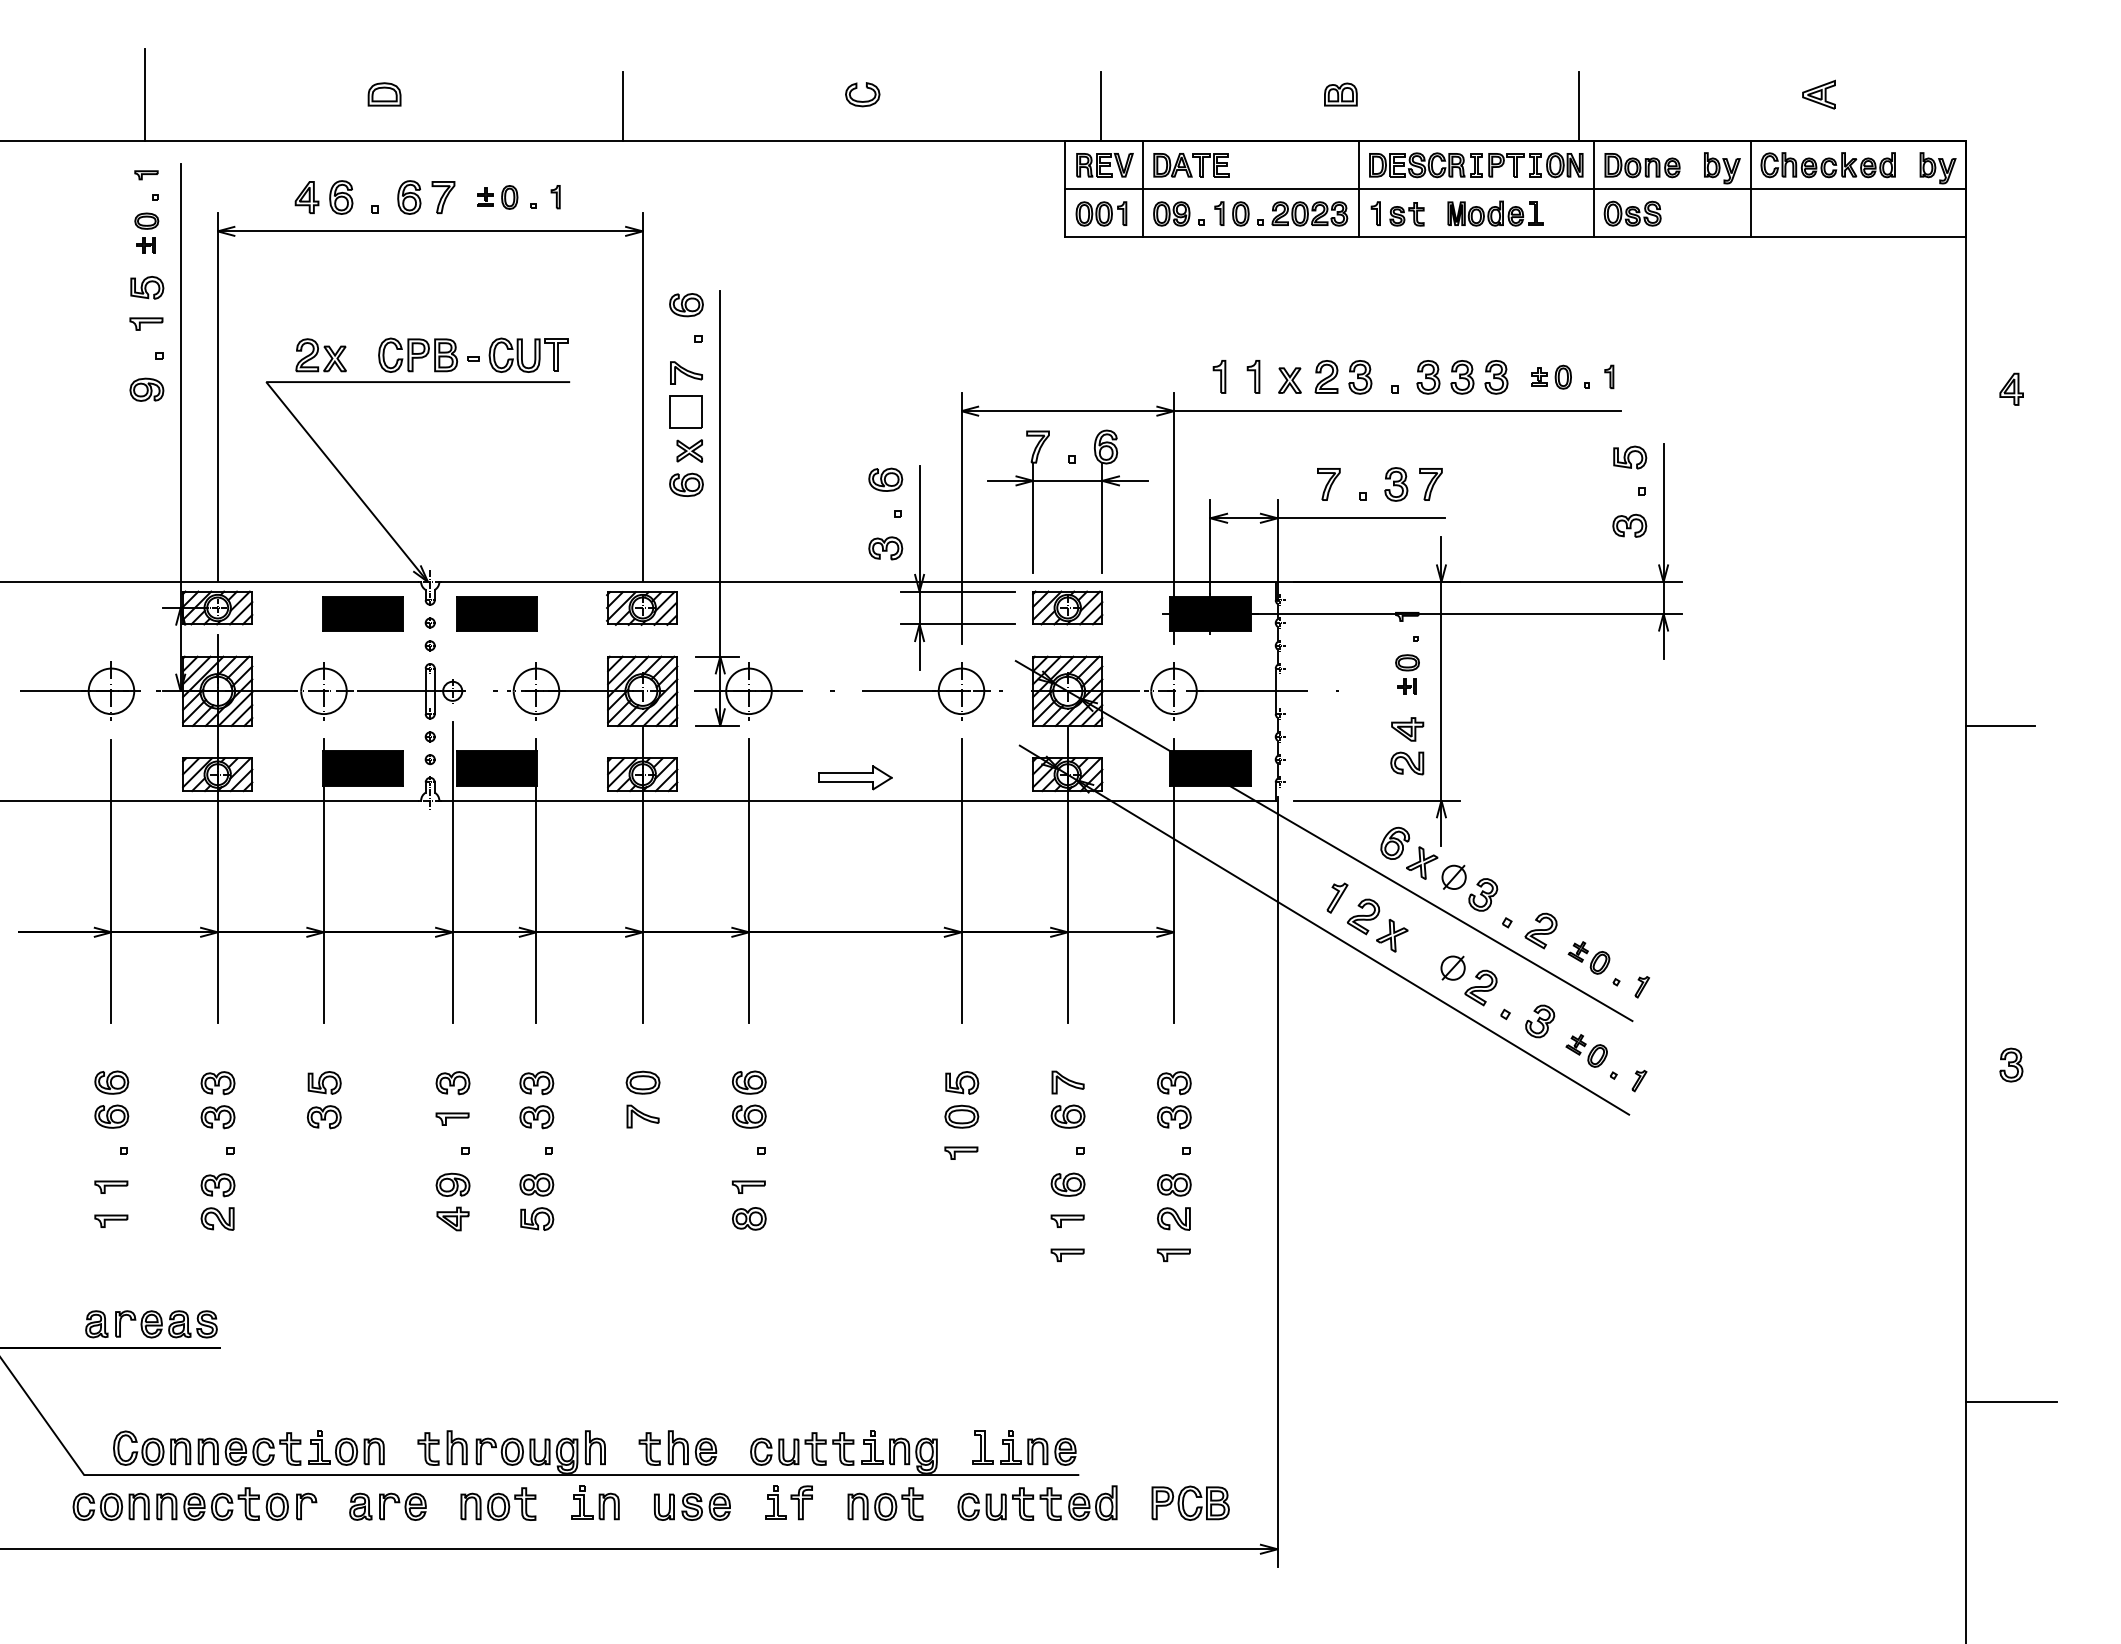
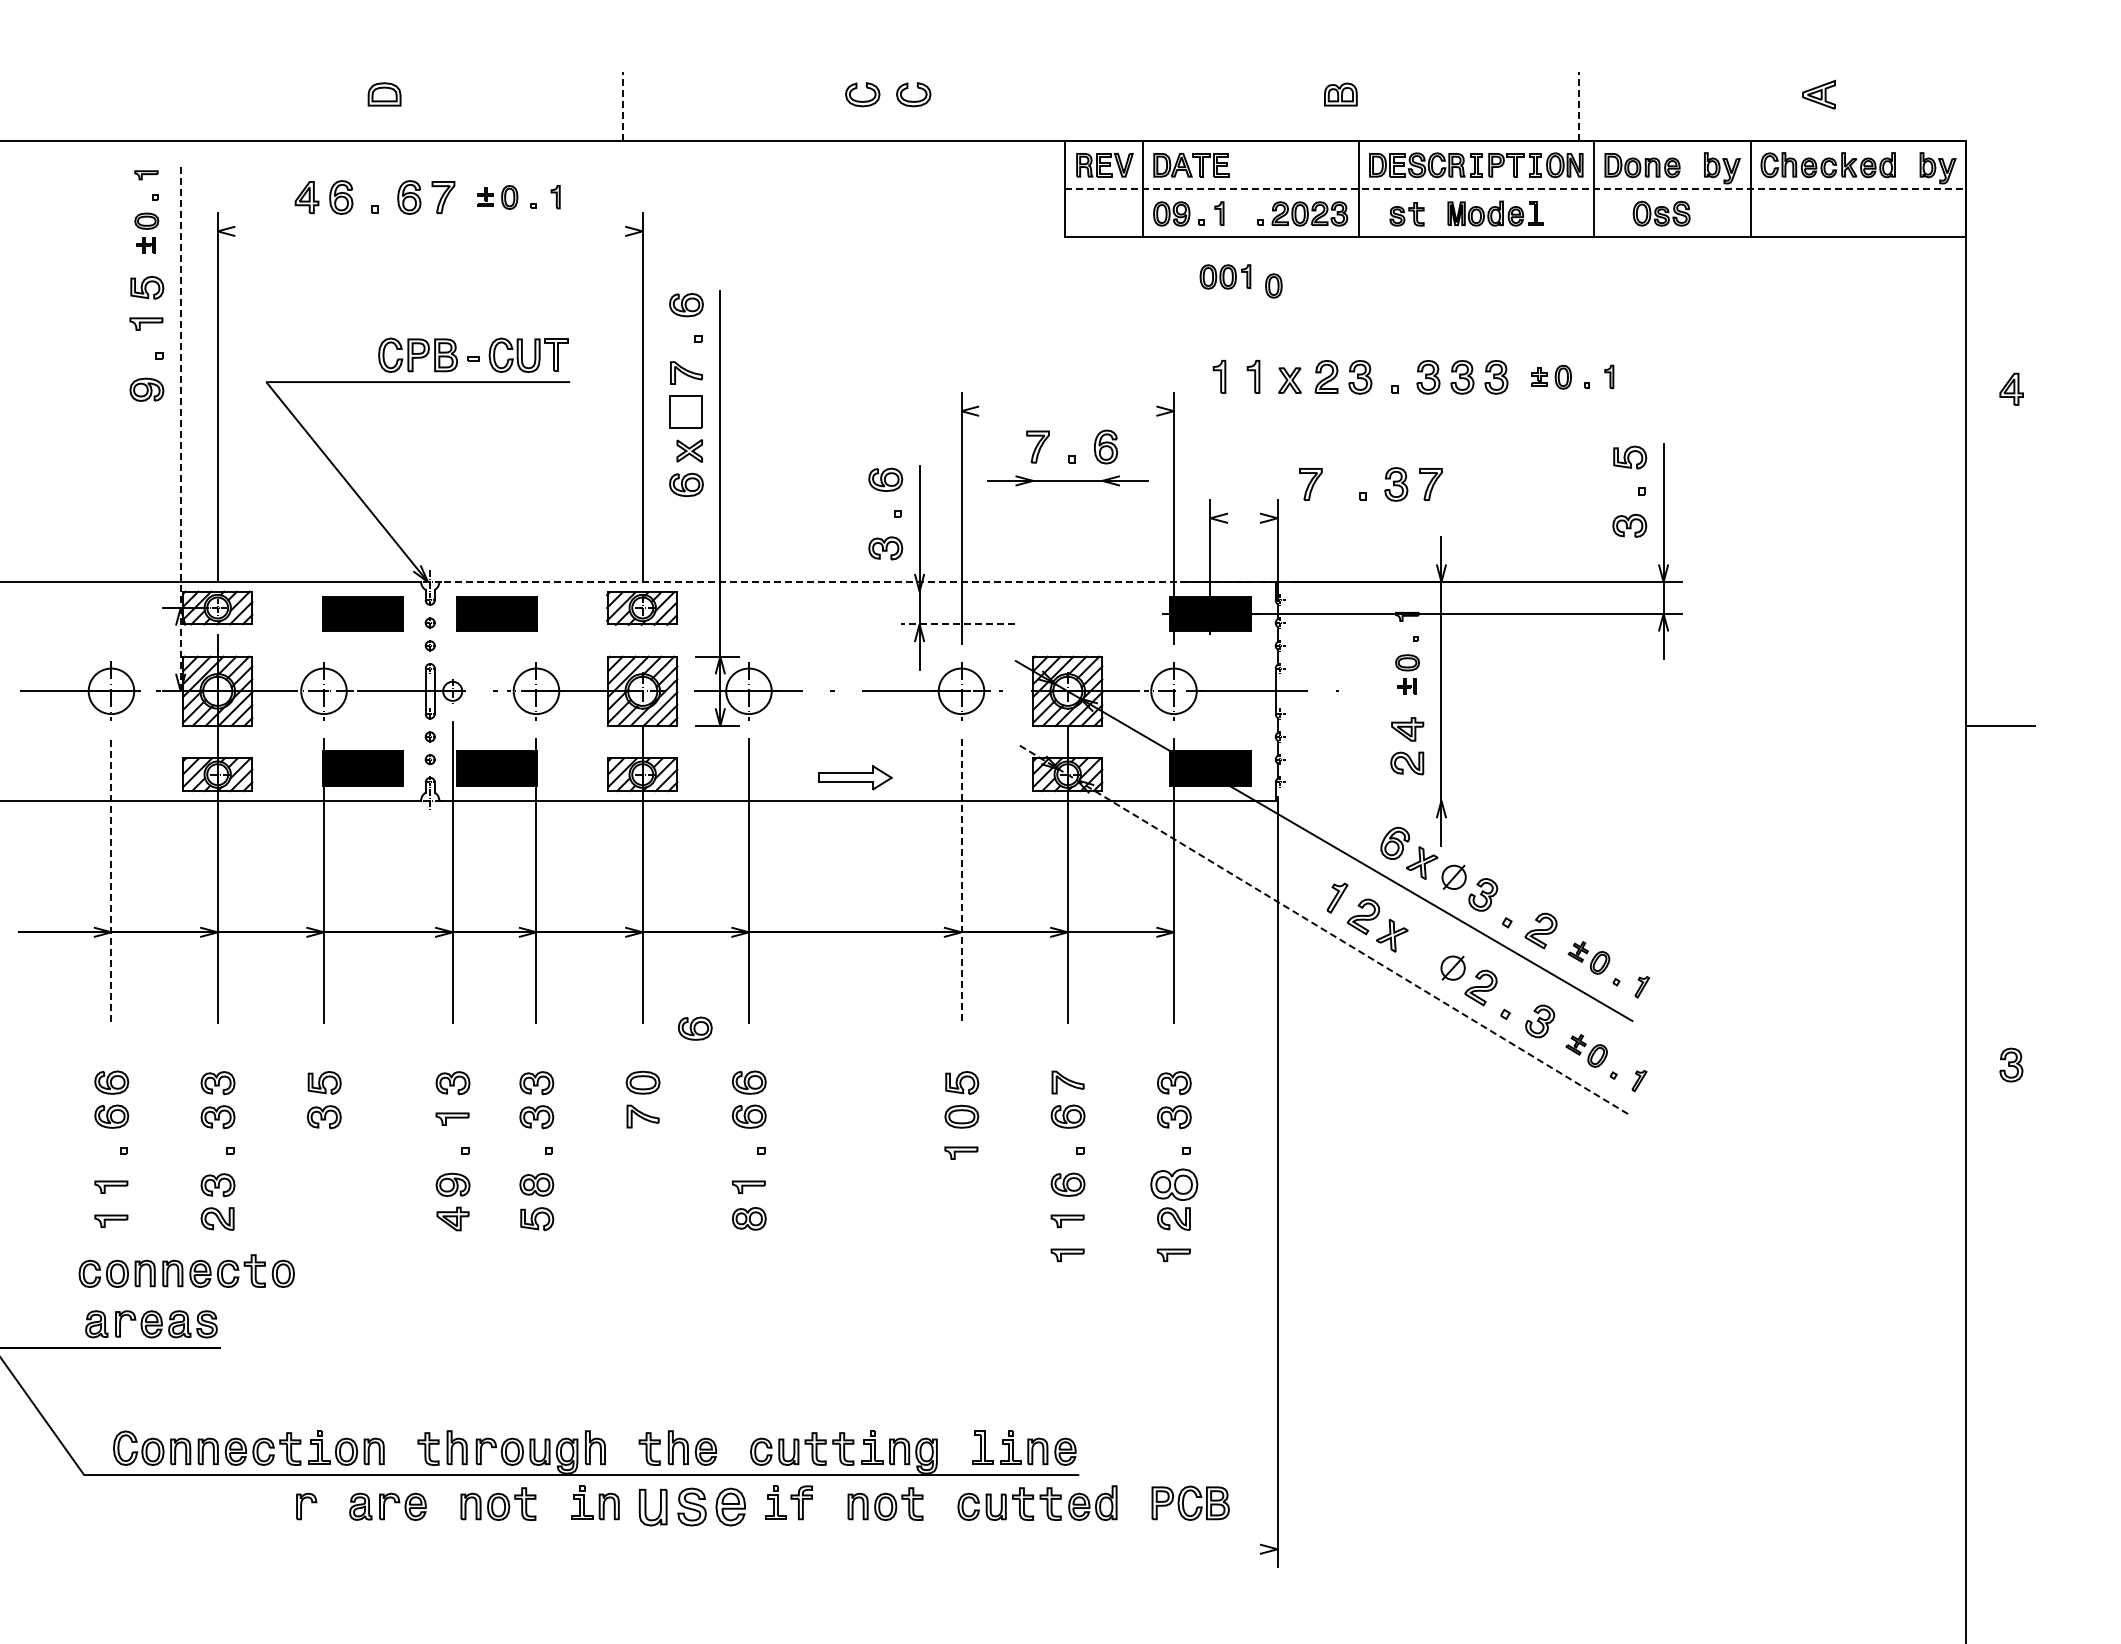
line at (144, 94): present -> none
part at (911, 100): none -> present
line at (622, 105): solid -> dashed
line at (1579, 105): solid -> dashed
line at (1101, 106): present -> none
line at (1516, 188): solid -> dashed
part at (1101, 213) position: (1101, 213) -> (1225, 276)
part at (1240, 213) position: (1240, 213) -> (1273, 285)
part at (1375, 213): present -> none
part at (1632, 213) position: (1632, 213) -> (1661, 213)
line at (429, 231): present -> none
part at (320, 355): present -> none
line at (1290, 411): present -> none
line at (180, 427): solid -> dashed
part at (1328, 484) position: (1328, 484) -> (1310, 484)
line at (1033, 517): present -> none
line at (1102, 517): present -> none
line at (1327, 518): present -> none
line at (857, 582): solid -> dashed
line at (957, 591): present -> none
part at (1067, 607): present -> none
line at (958, 624): solid -> dashed
line at (1376, 800): present -> none
line at (111, 881): solid -> dashed
line at (961, 881): solid -> dashed
line at (1324, 930): solid -> dashed
part at (695, 1028): none -> present
part at (1174, 1184) size: 35x24 px -> 49x33 px
line at (2011, 1401): present -> none
part at (180, 1503) position: (180, 1503) -> (186, 1270)
part at (692, 1506) size: 77x29 px -> 108x40 px
line at (639, 1549): present -> none
